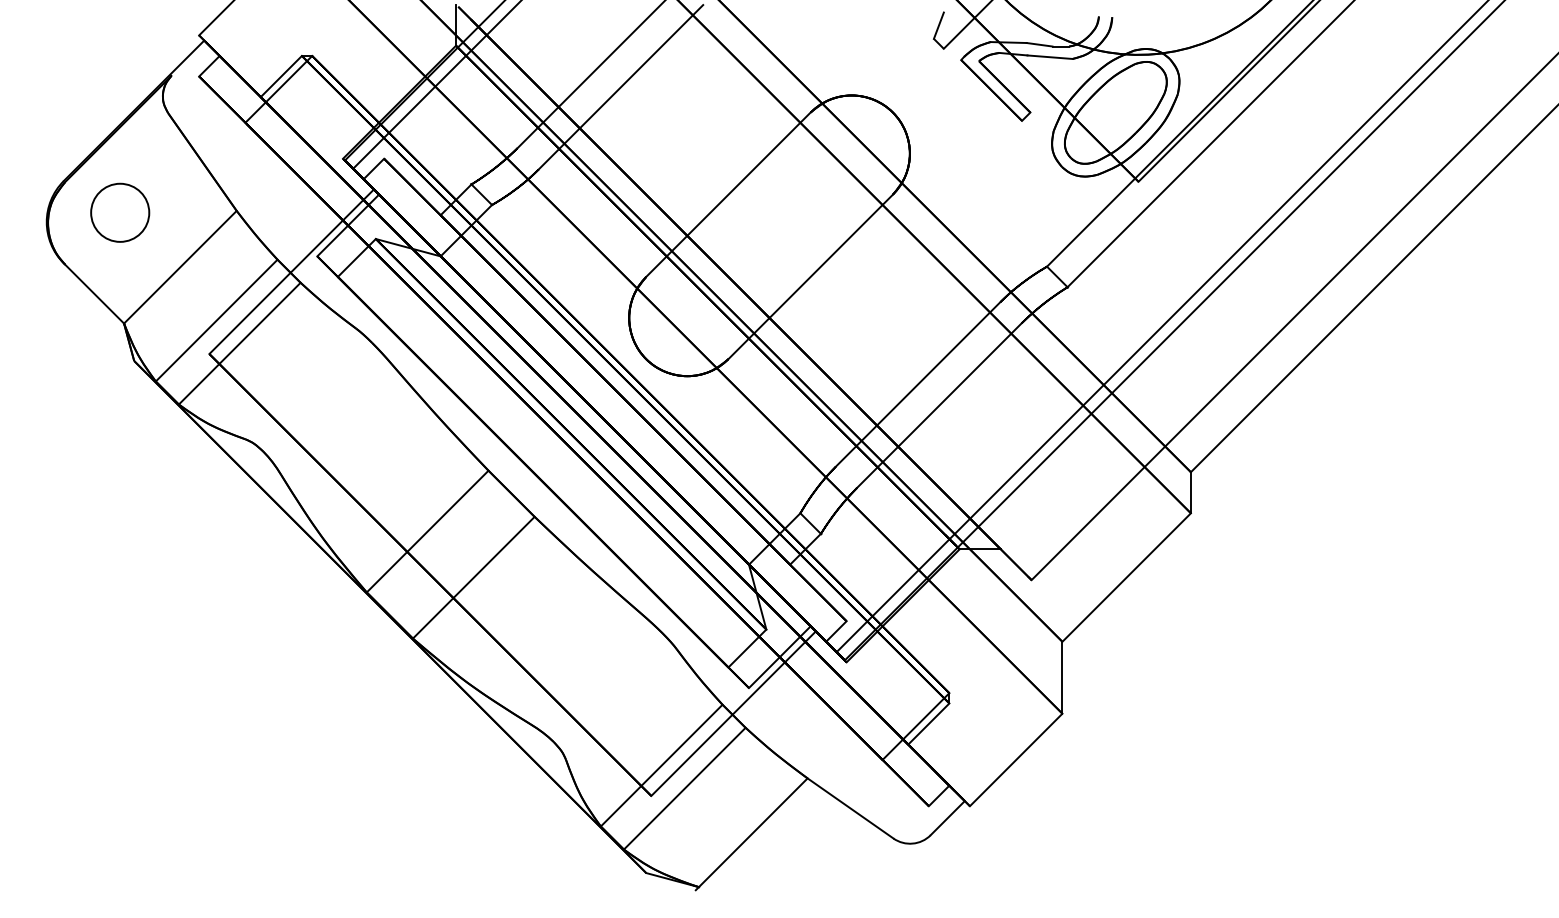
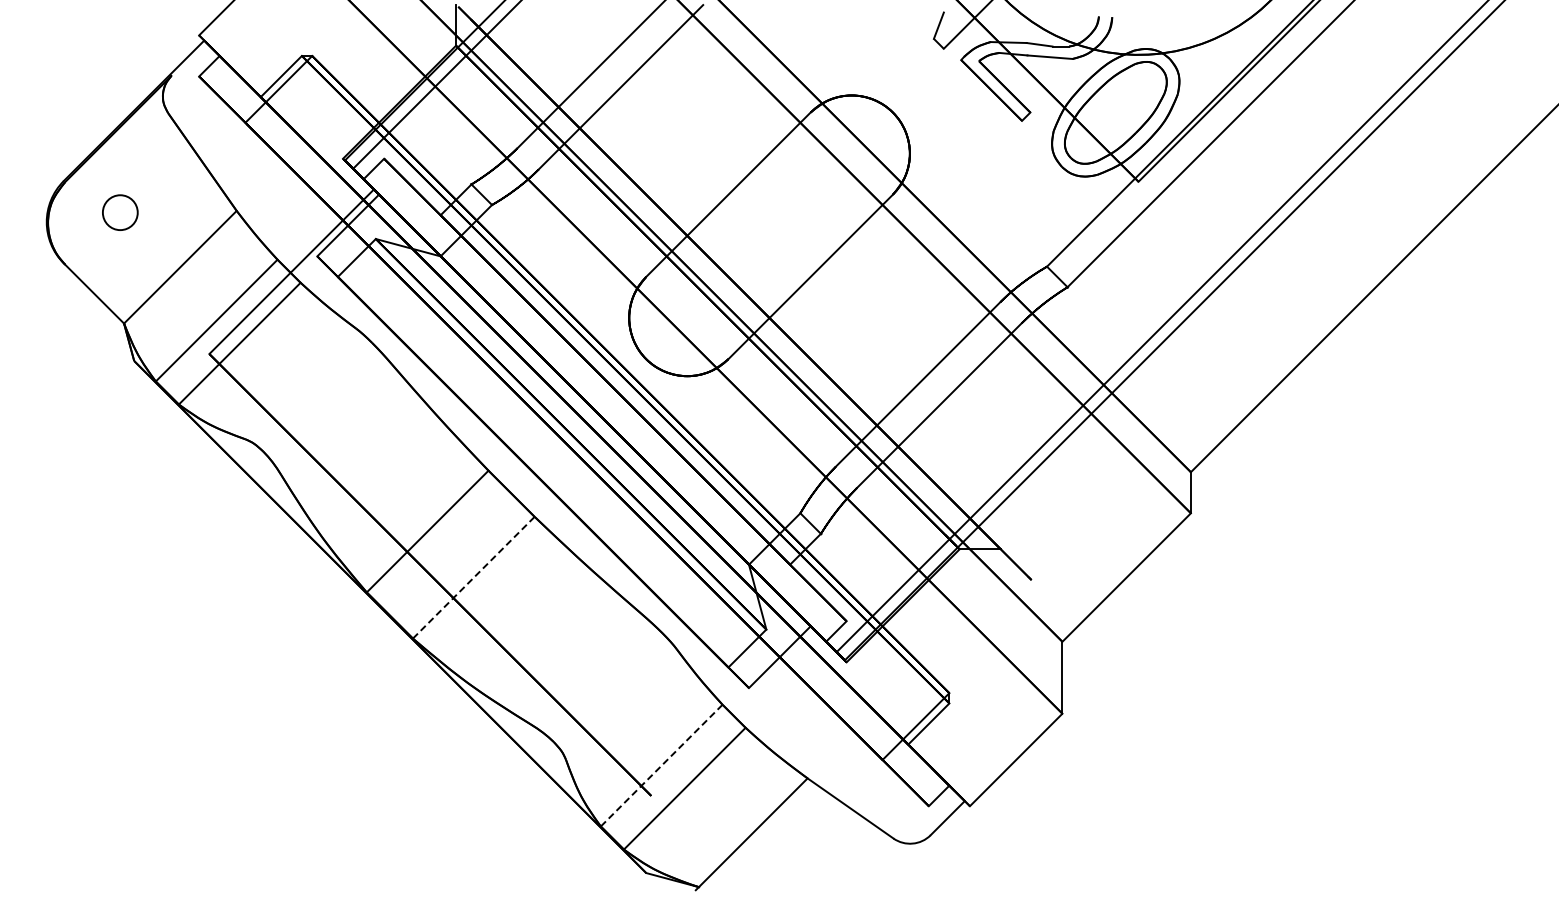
circle at (120, 212) size: 61x61 px -> 37x37 px
line at (1293, 318): present -> none
line at (474, 577): solid -> dashed
line at (733, 713): present -> none
line at (661, 765): solid -> dashed
